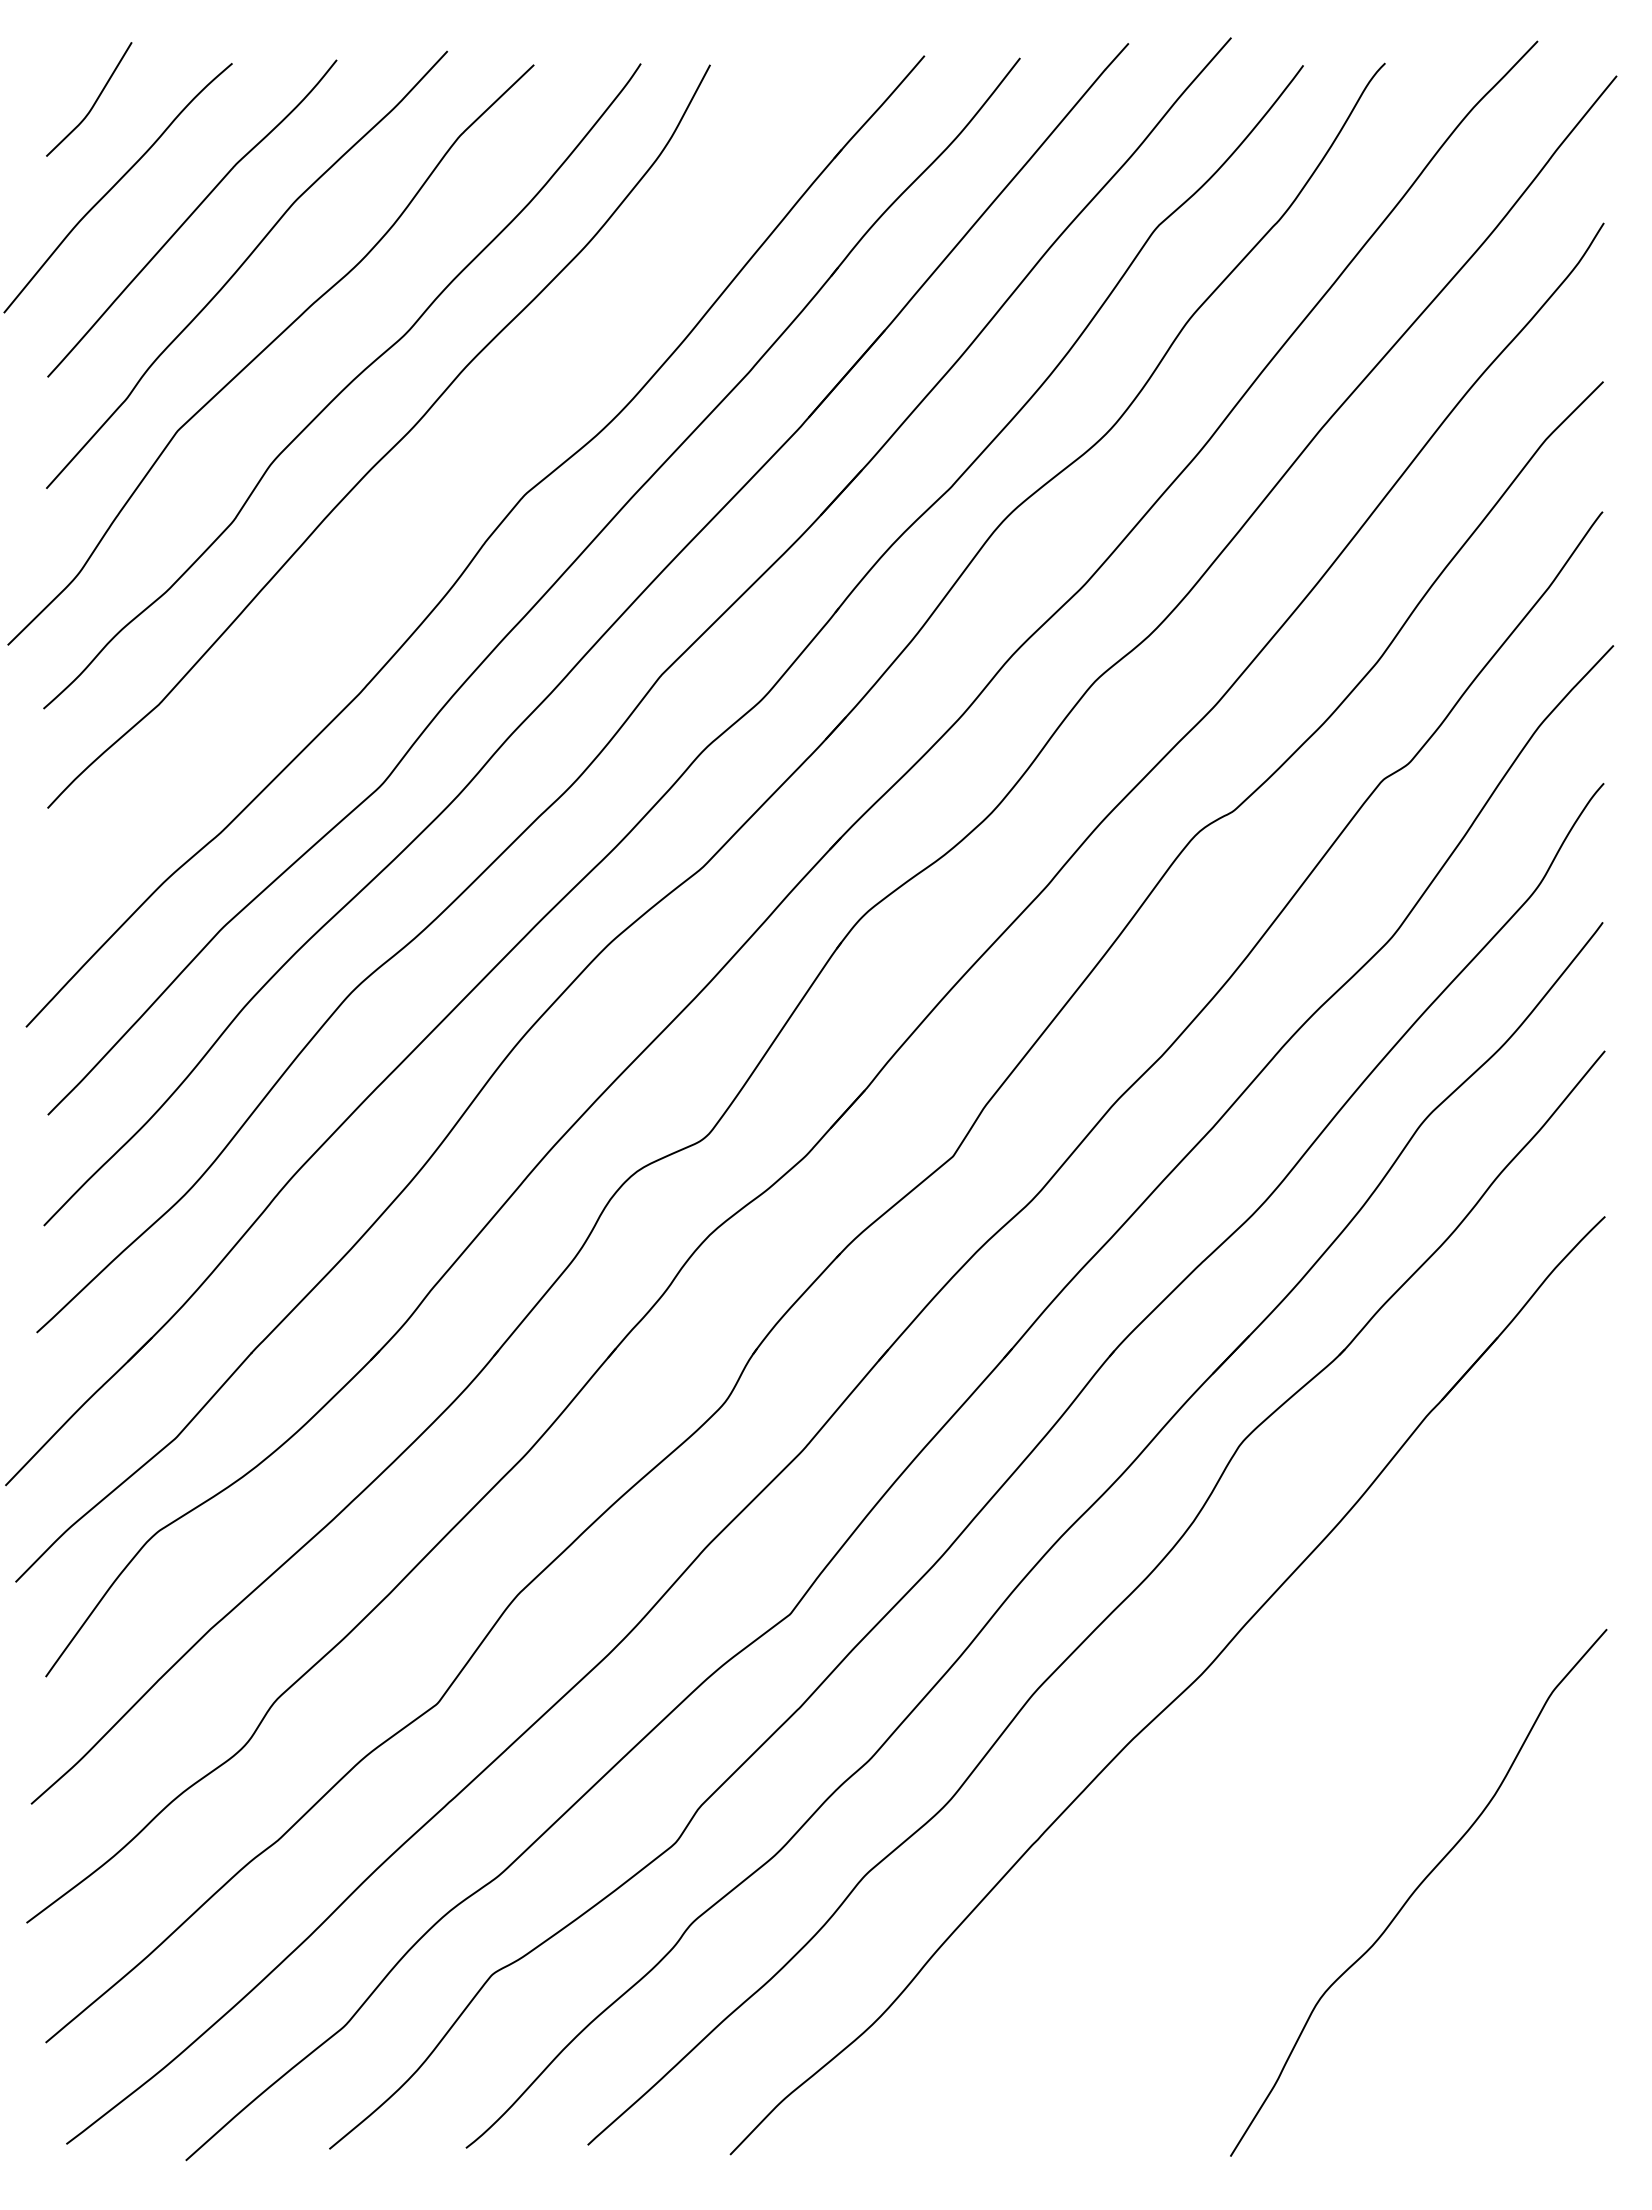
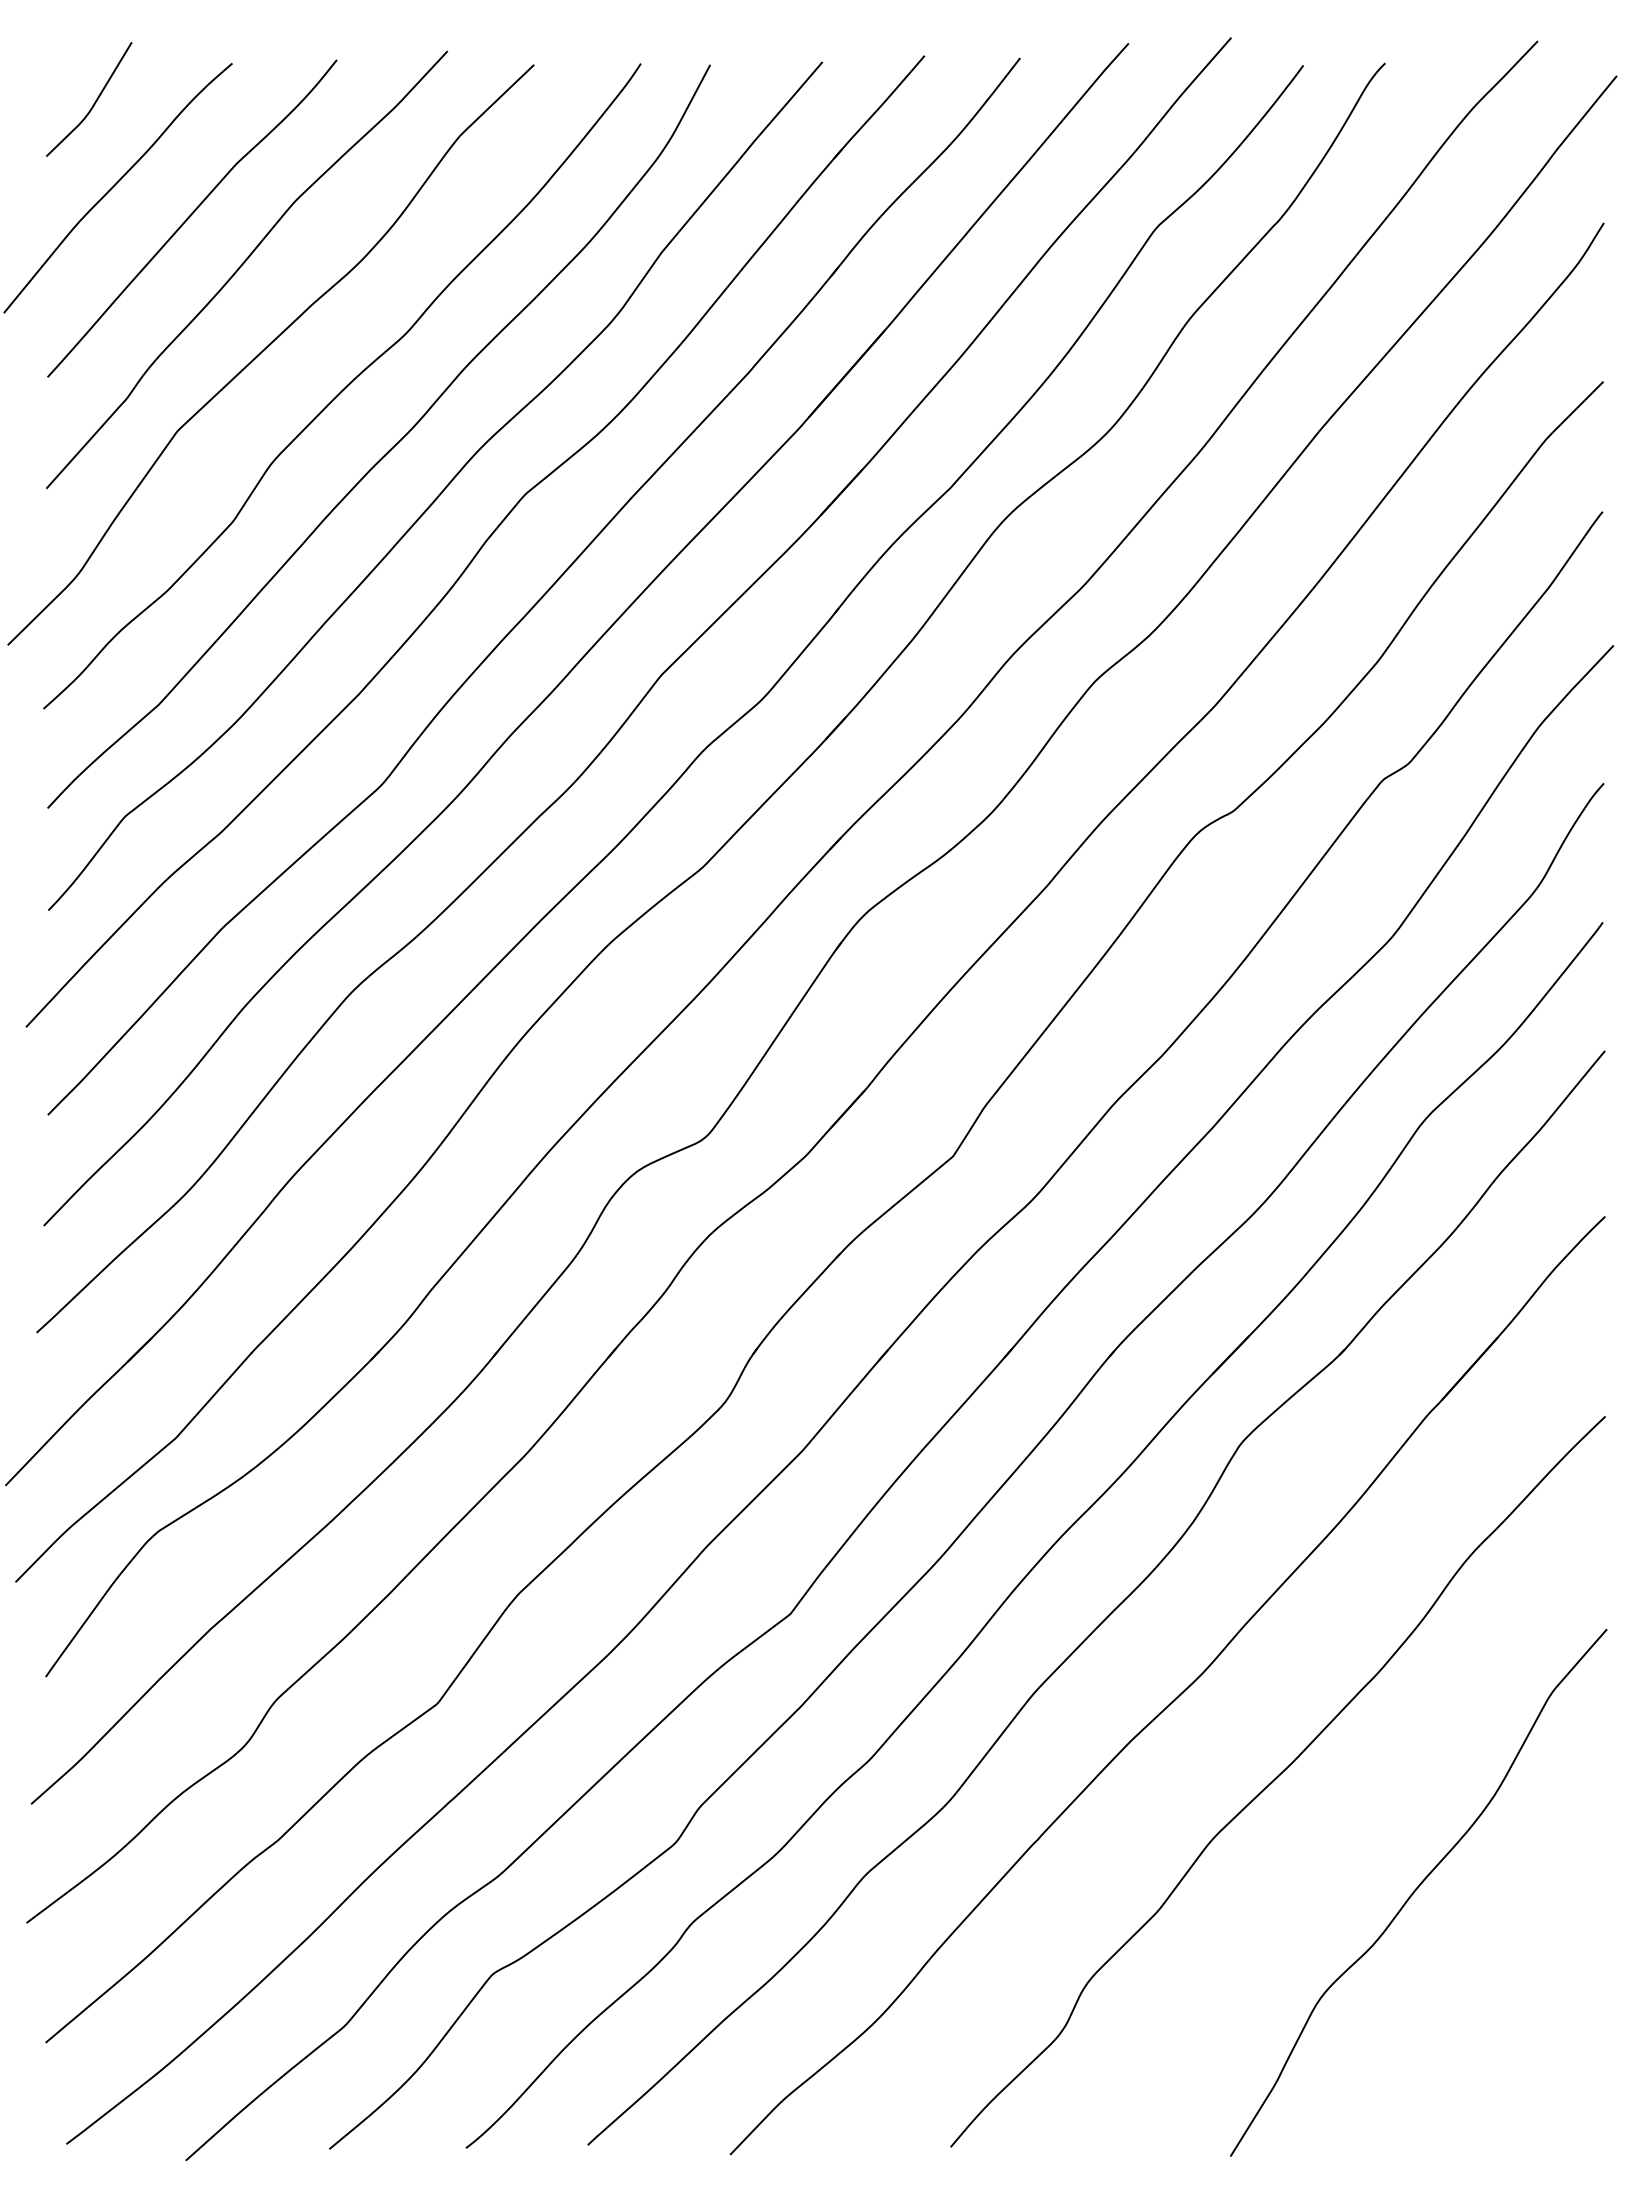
curve at (441, 491): none -> present
curve at (1276, 1779): none -> present
